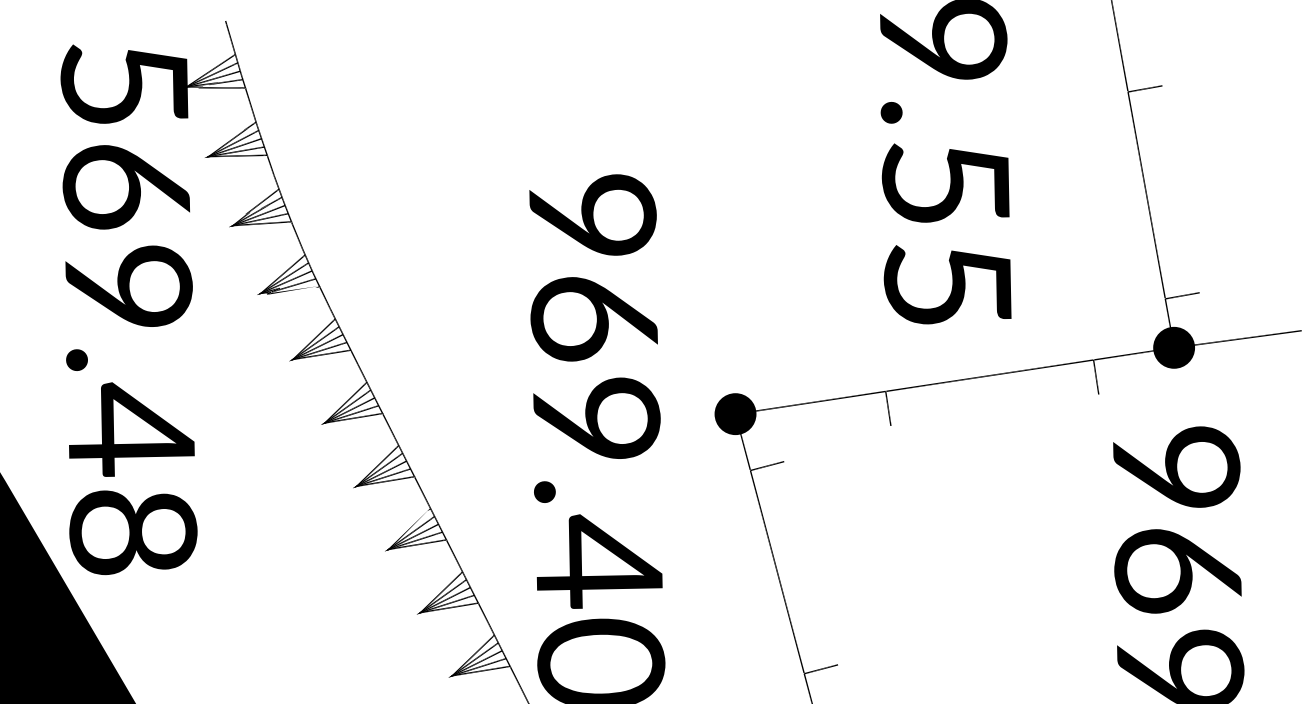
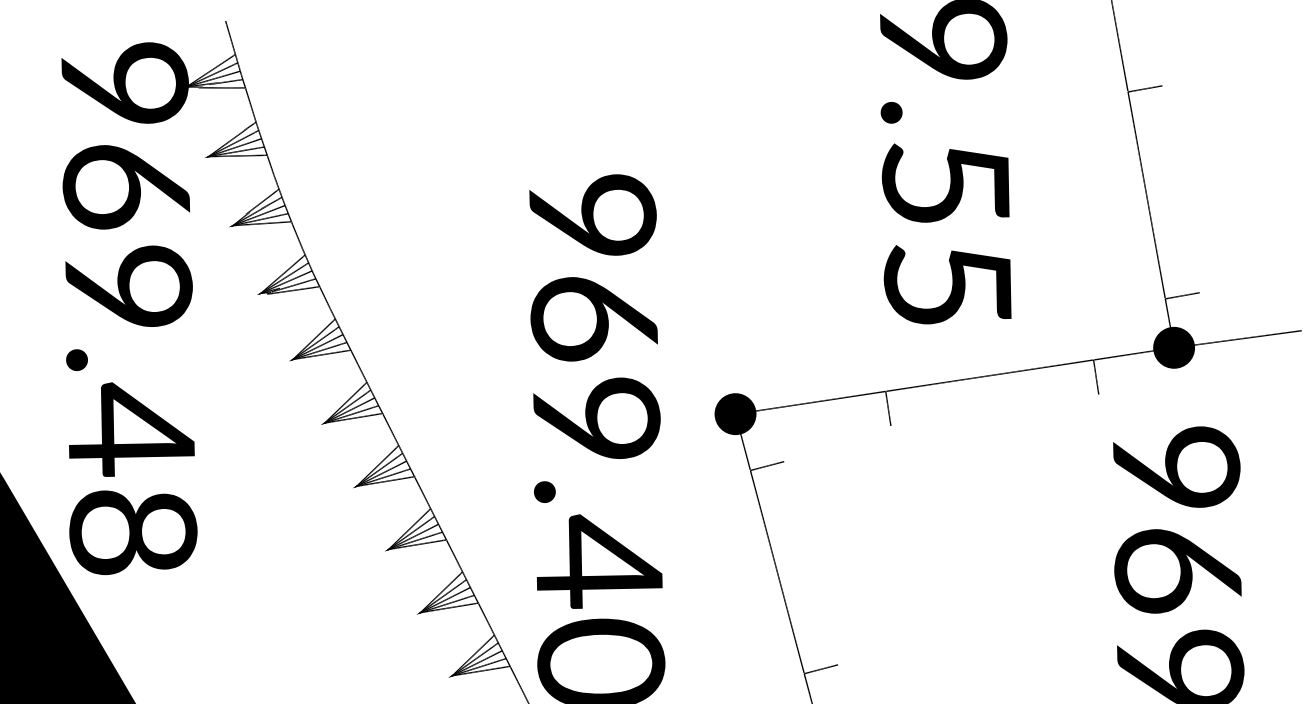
text at (124, 82): 569.48 -> 969.48
fill at (293, 290): none -> present
fill at (410, 529): none -> present
